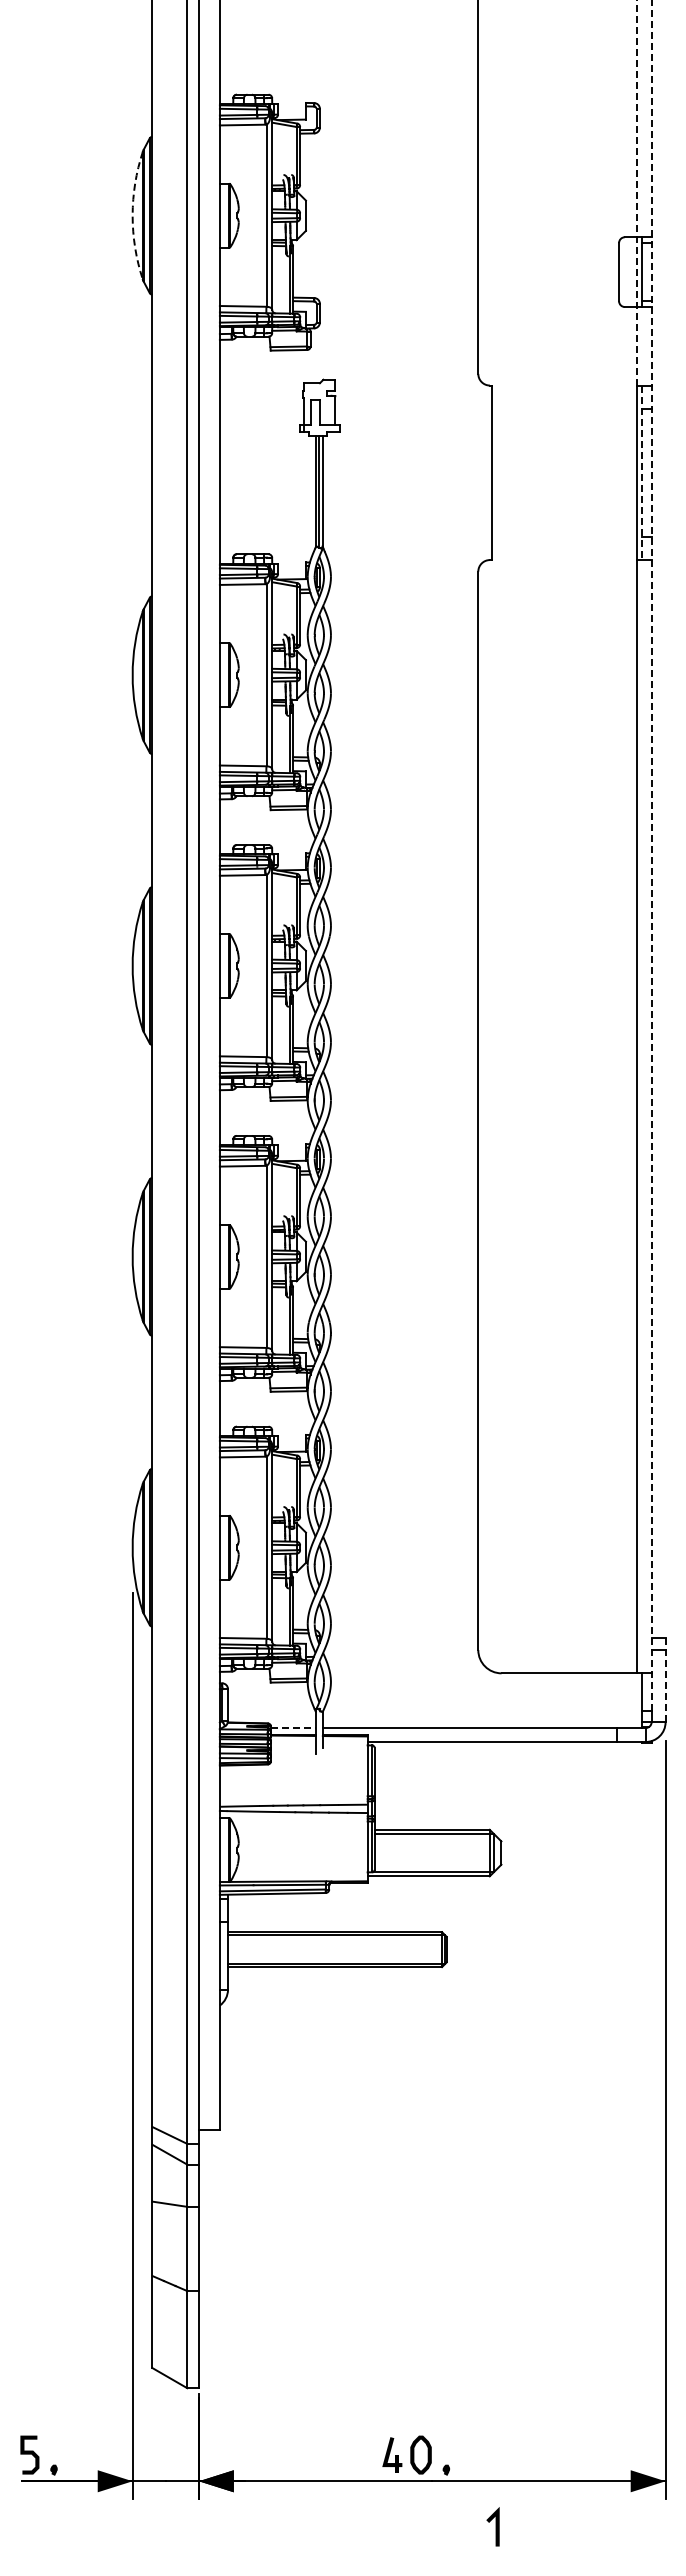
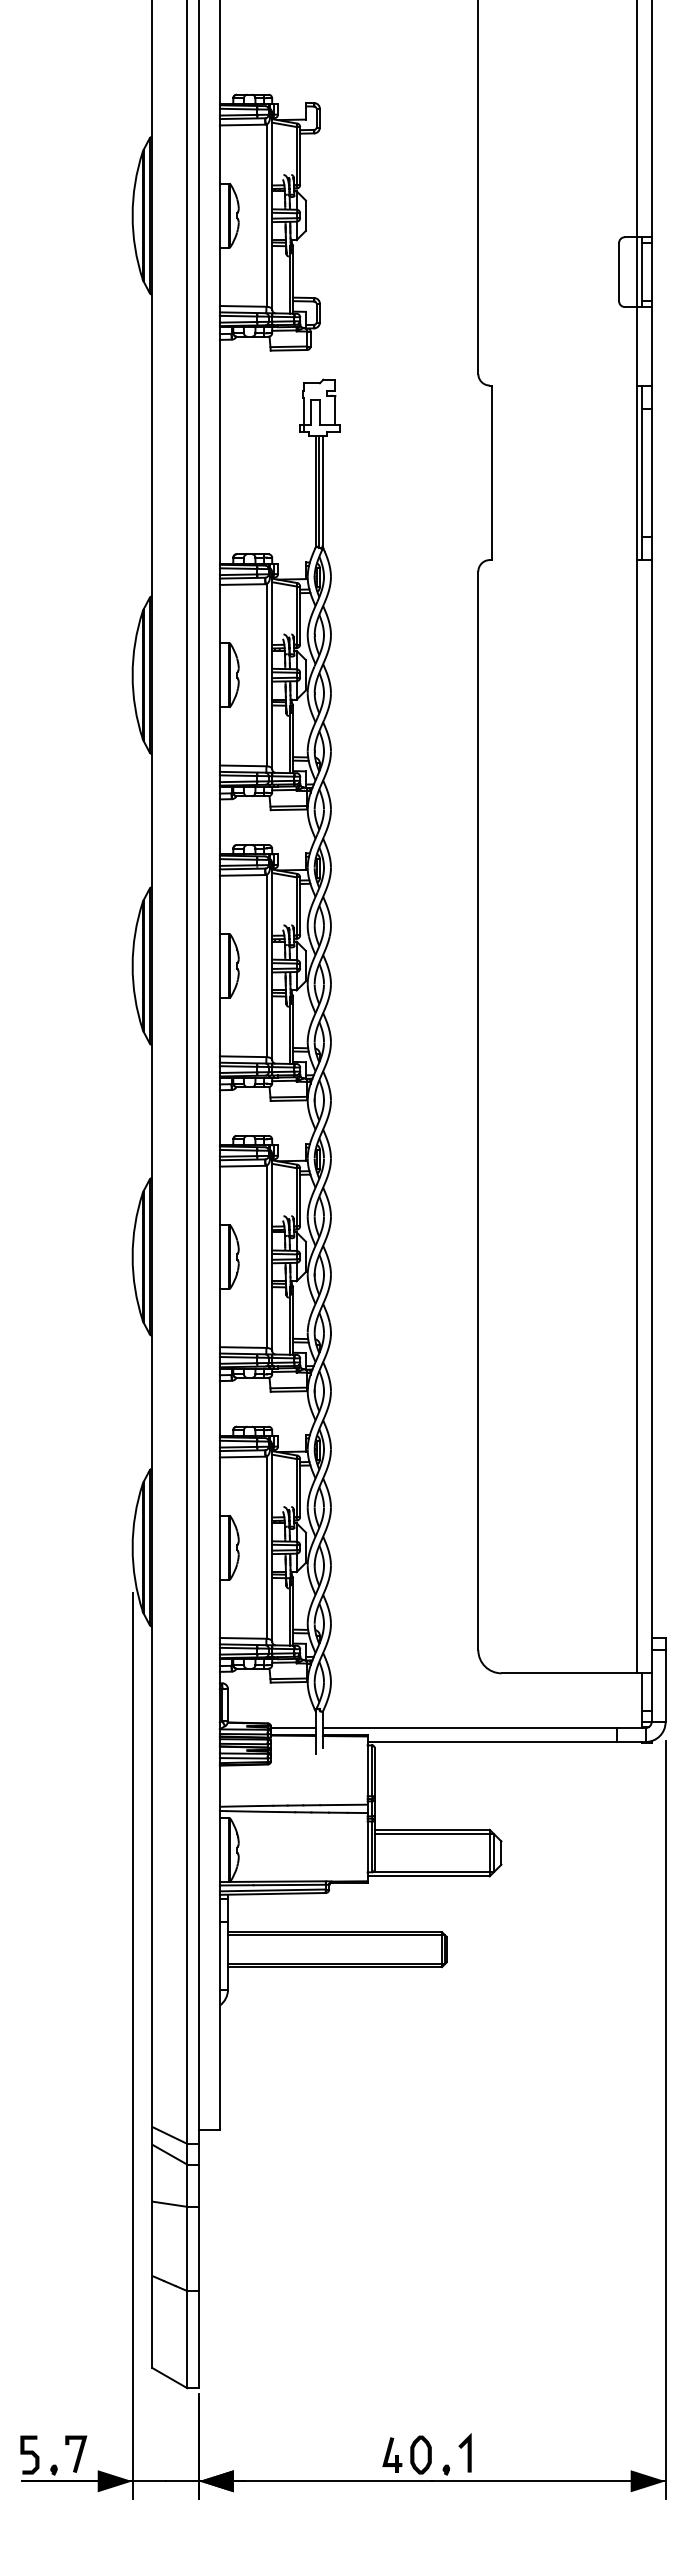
line at (636, 192): dashed -> solid
arc at (132, 215): dashed -> solid
line at (642, 473): dashed -> solid
line at (651, 855): dashed -> solid
line at (665, 1680): dashed -> solid
line at (293, 1728): dashed -> solid
line at (77, 2454): none -> present
line at (495, 2526) position: (495, 2526) -> (467, 2452)
